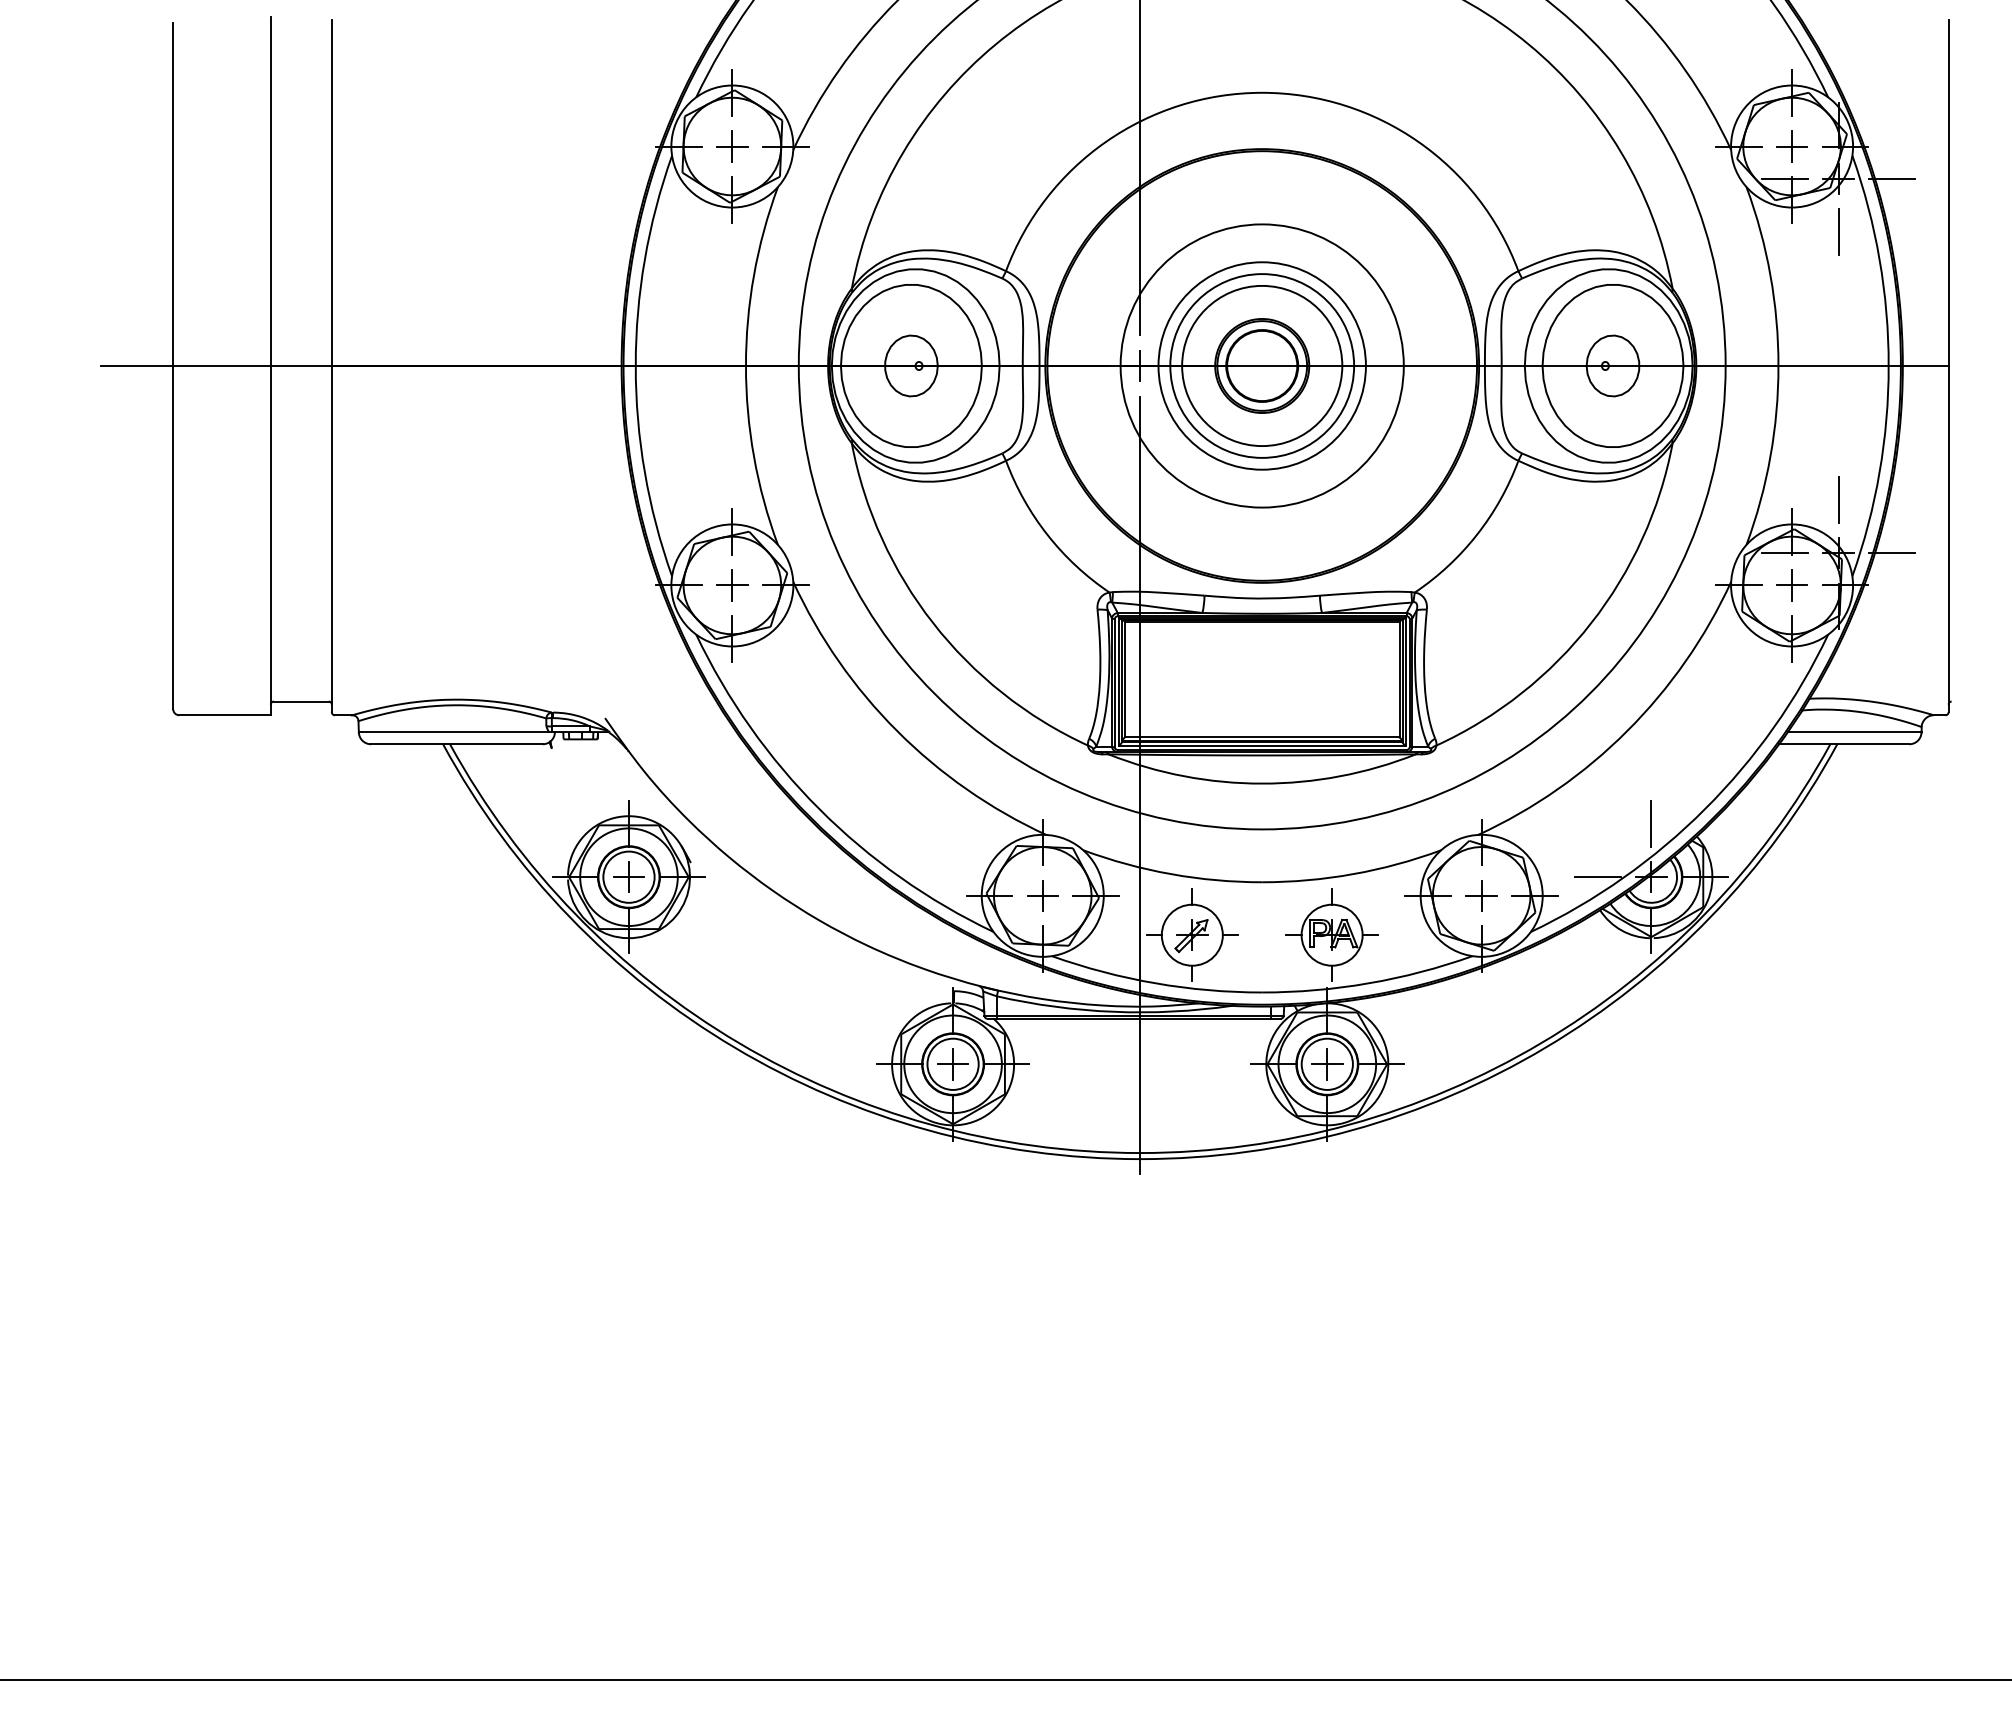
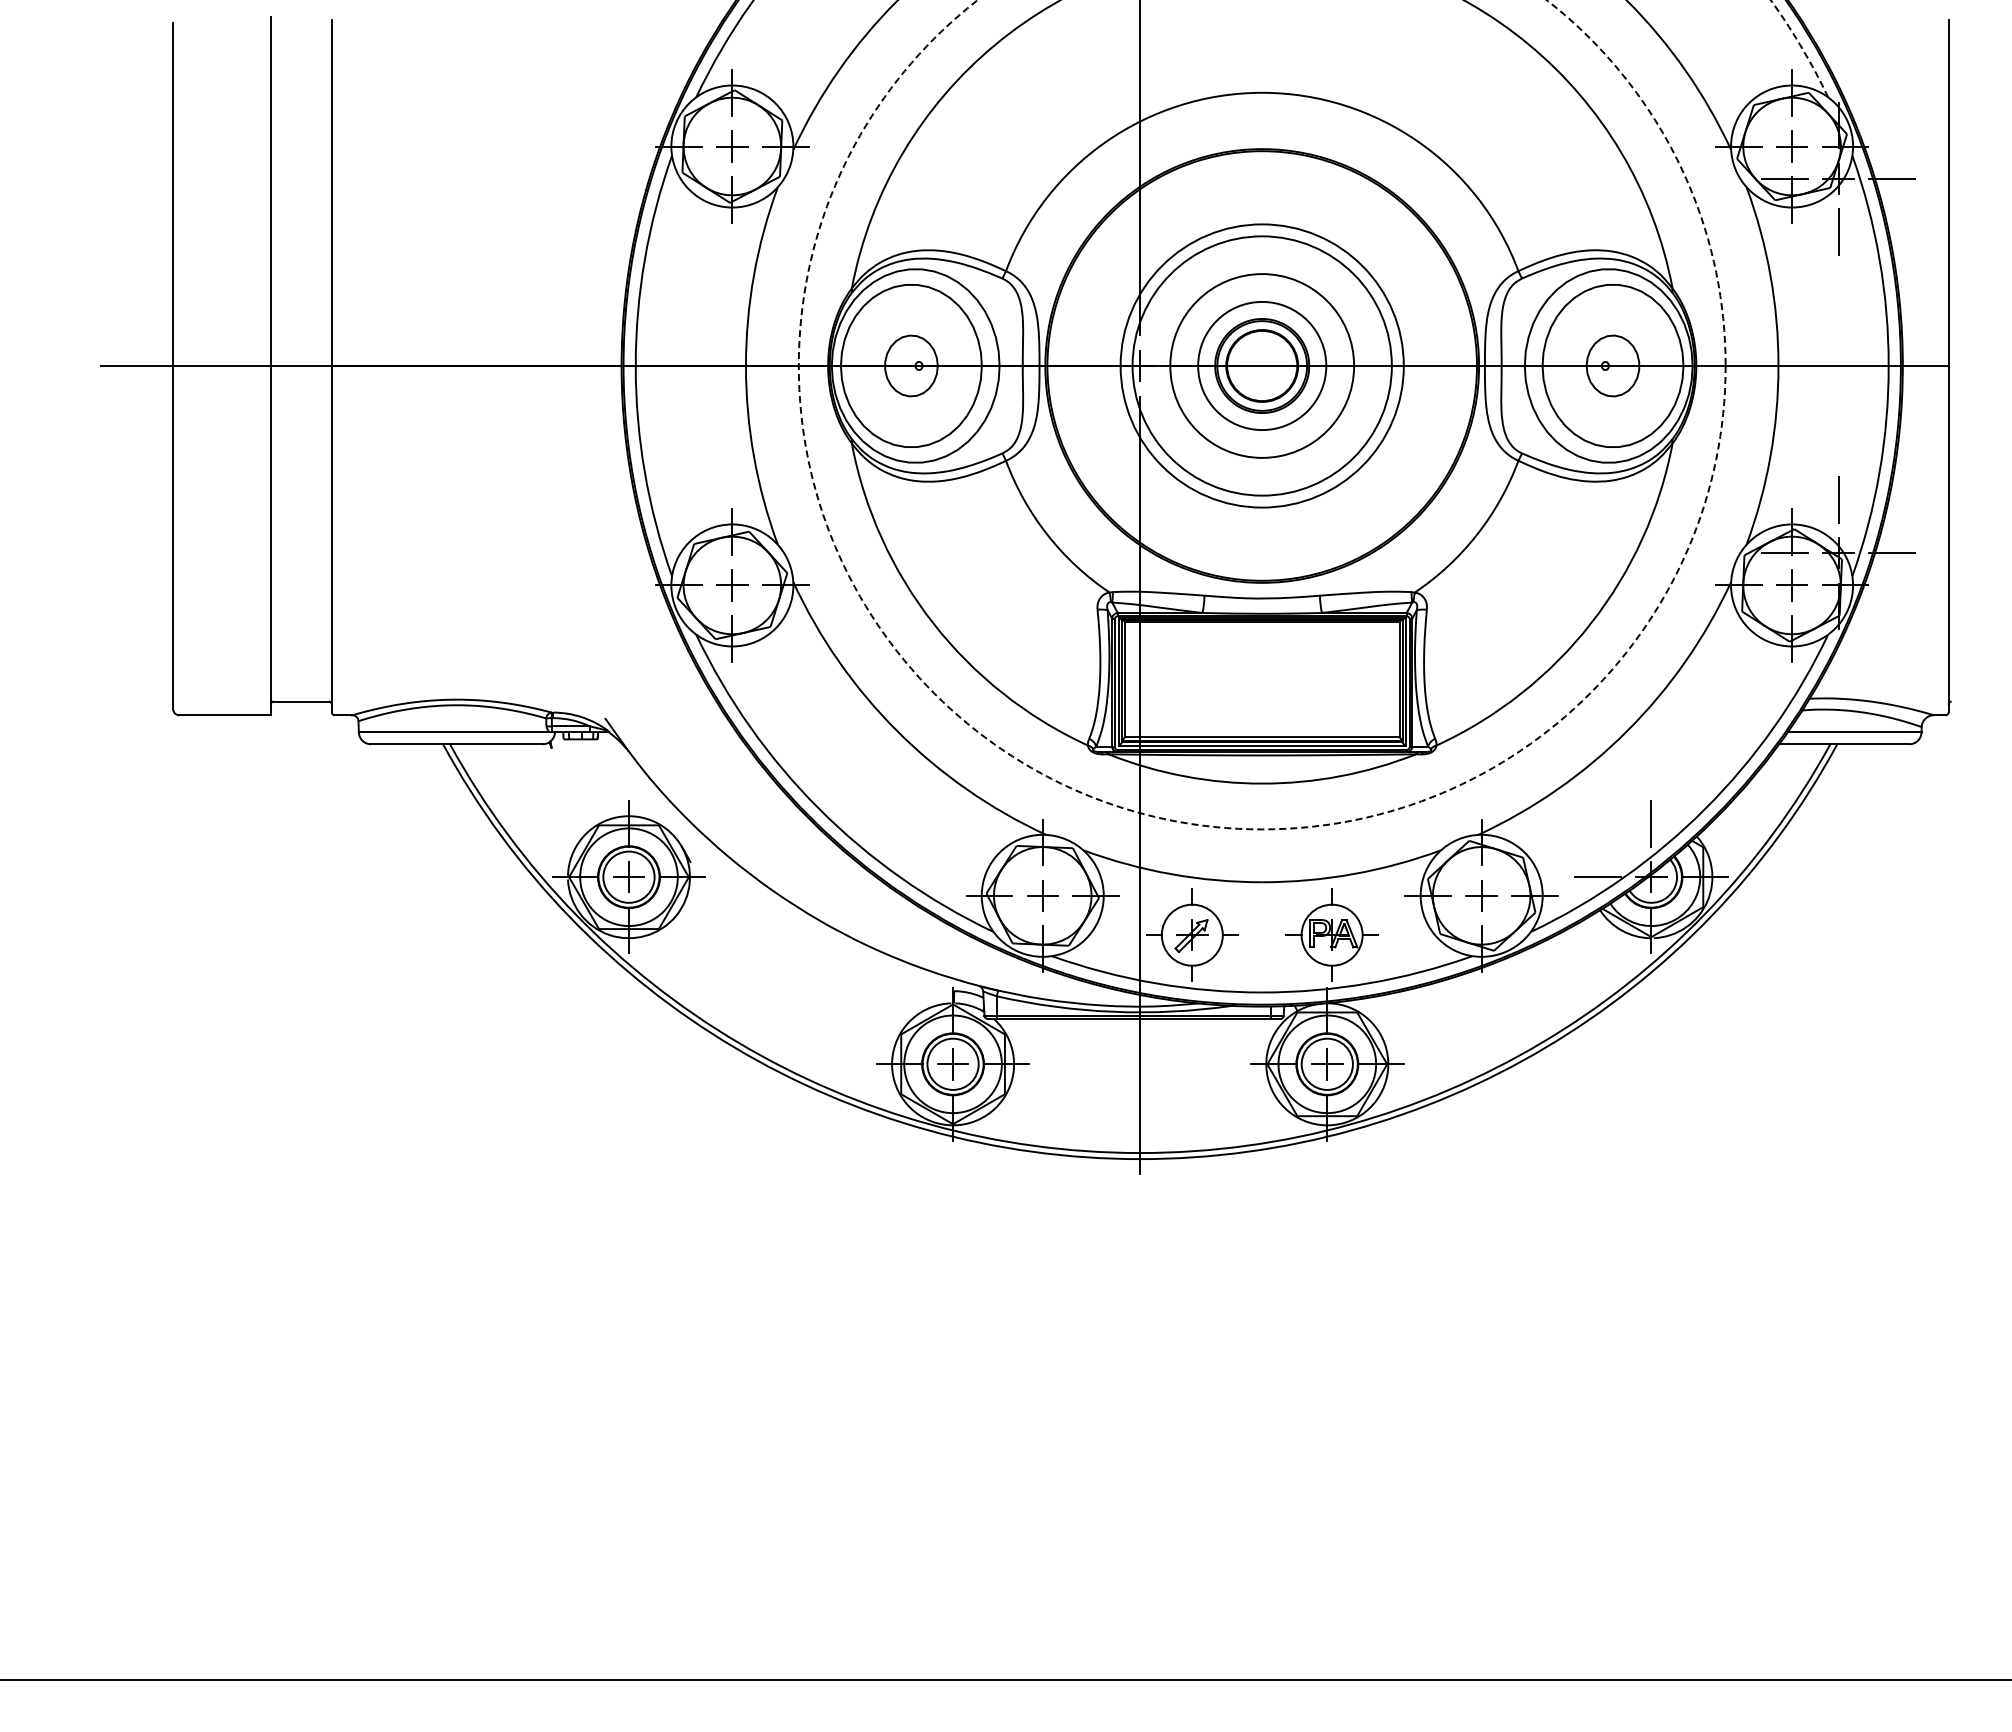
arc at (1801, 48): solid -> dashed
circle at (1261, 365) diameter: 207 px -> 259 px
circle at (1262, 365) diameter: 160 px -> 128 px
circle at (1261, 414): solid -> dashed
